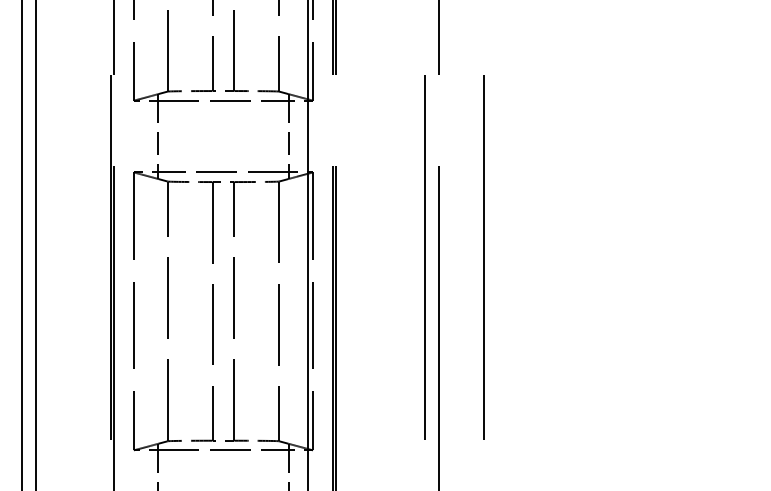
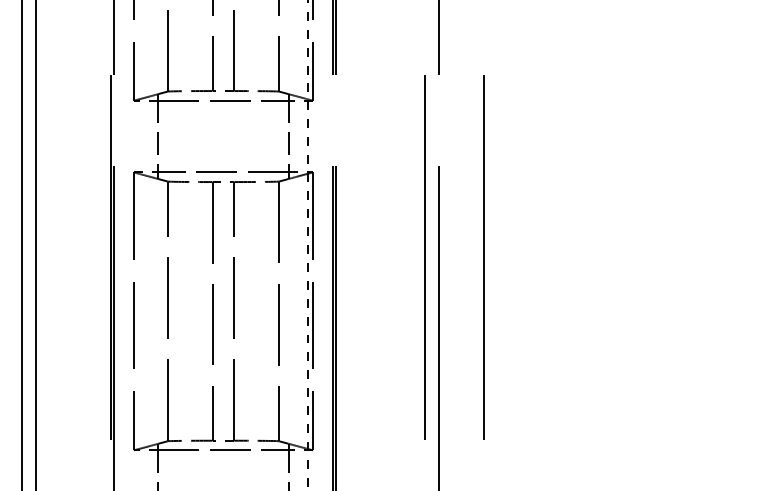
line at (308, 246): solid -> dashed
